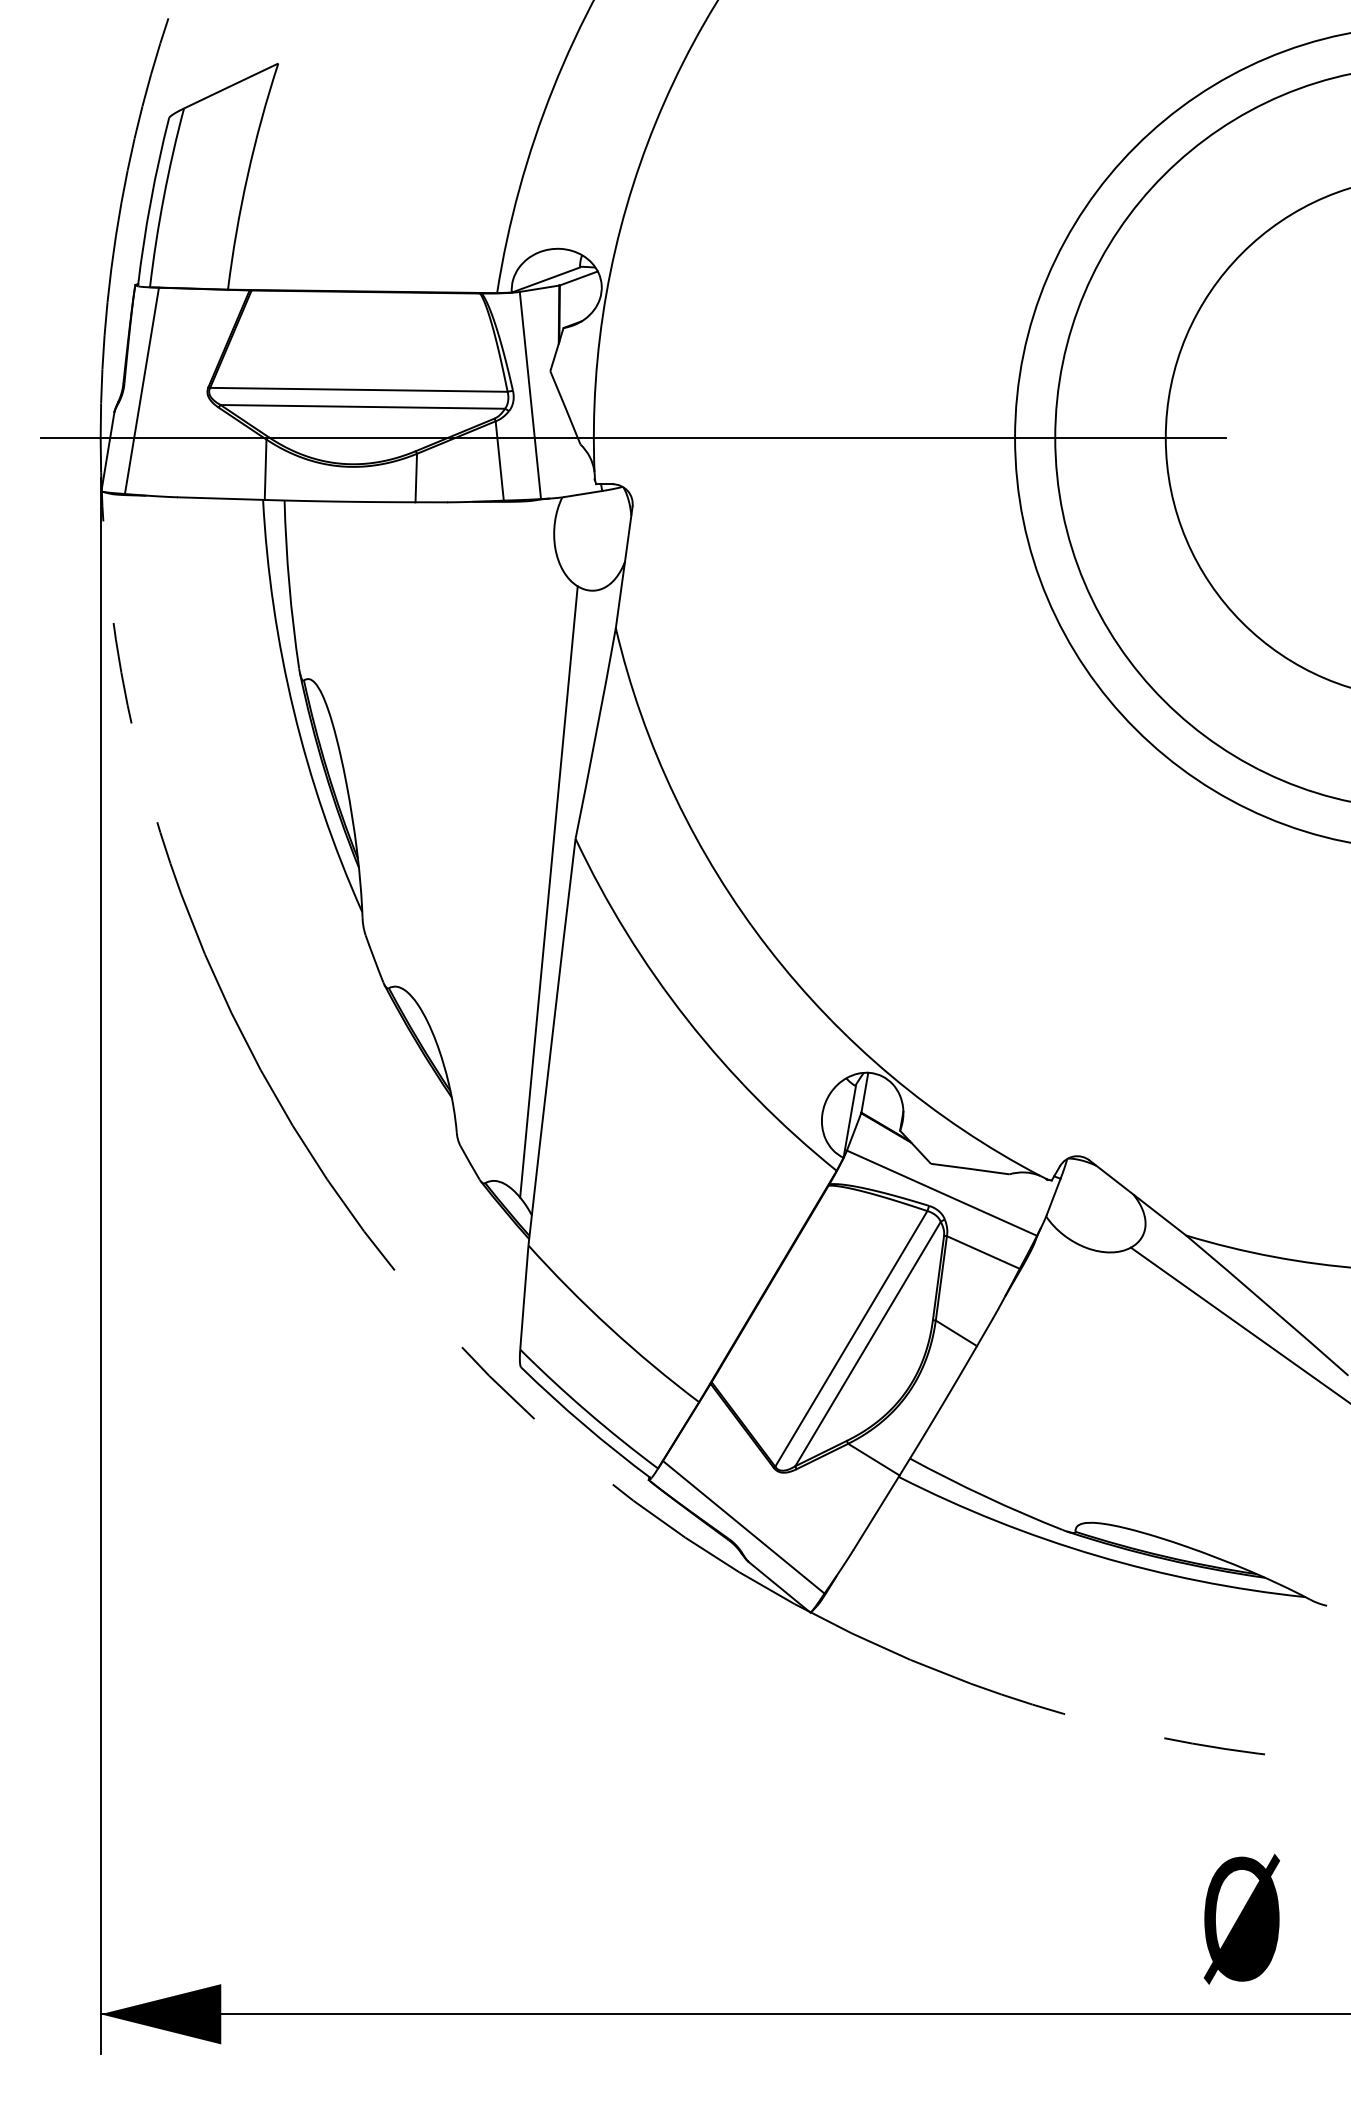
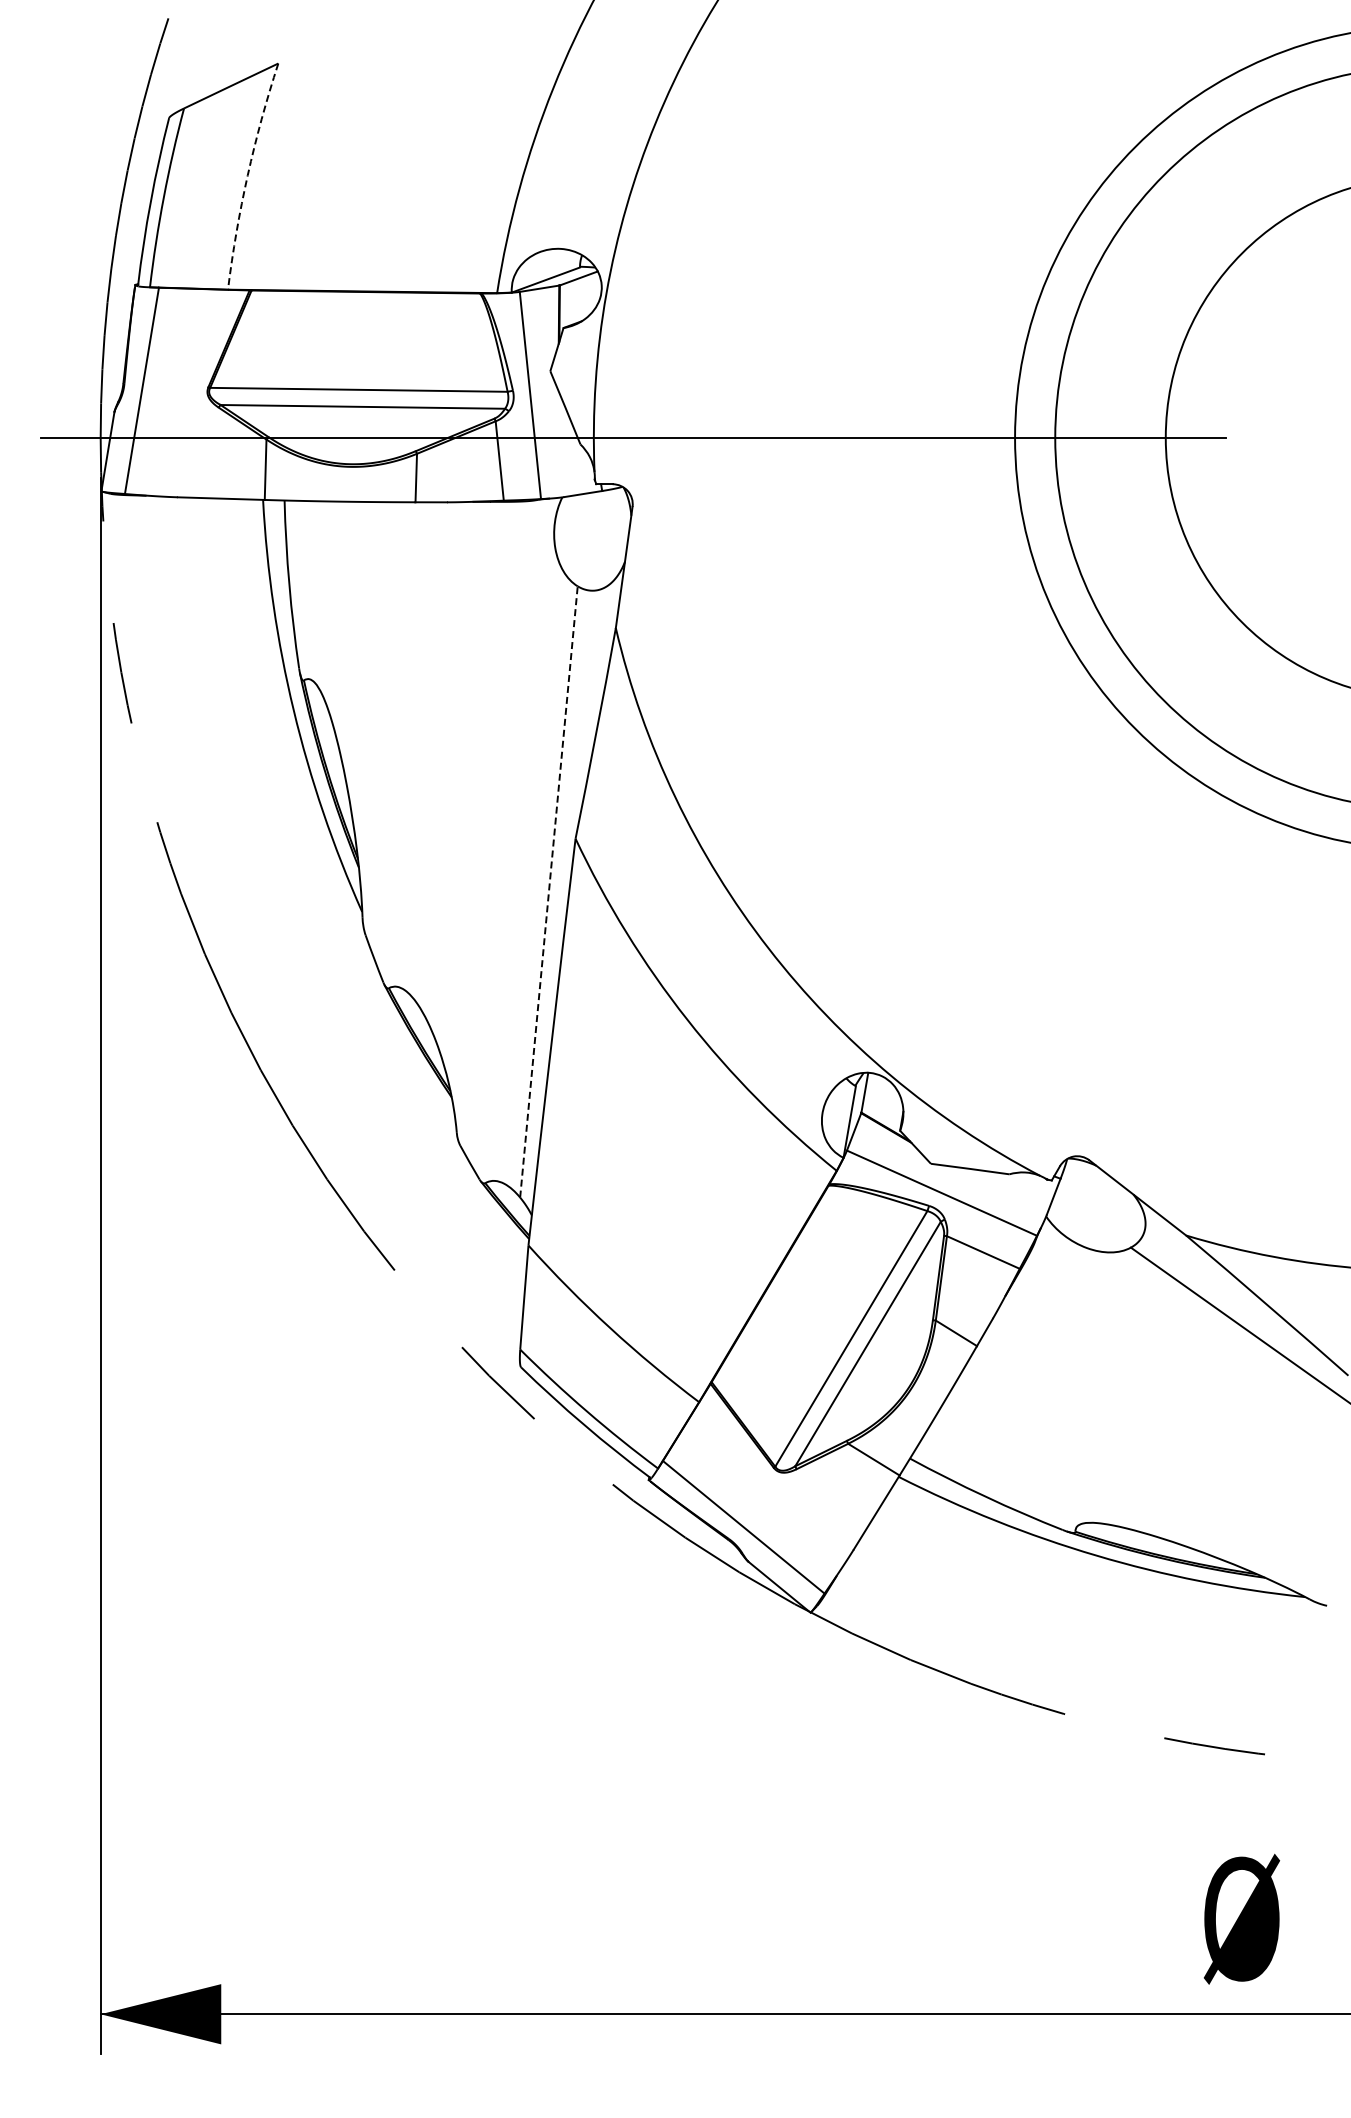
arc at (247, 175): solid -> dashed
line at (548, 891): solid -> dashed
